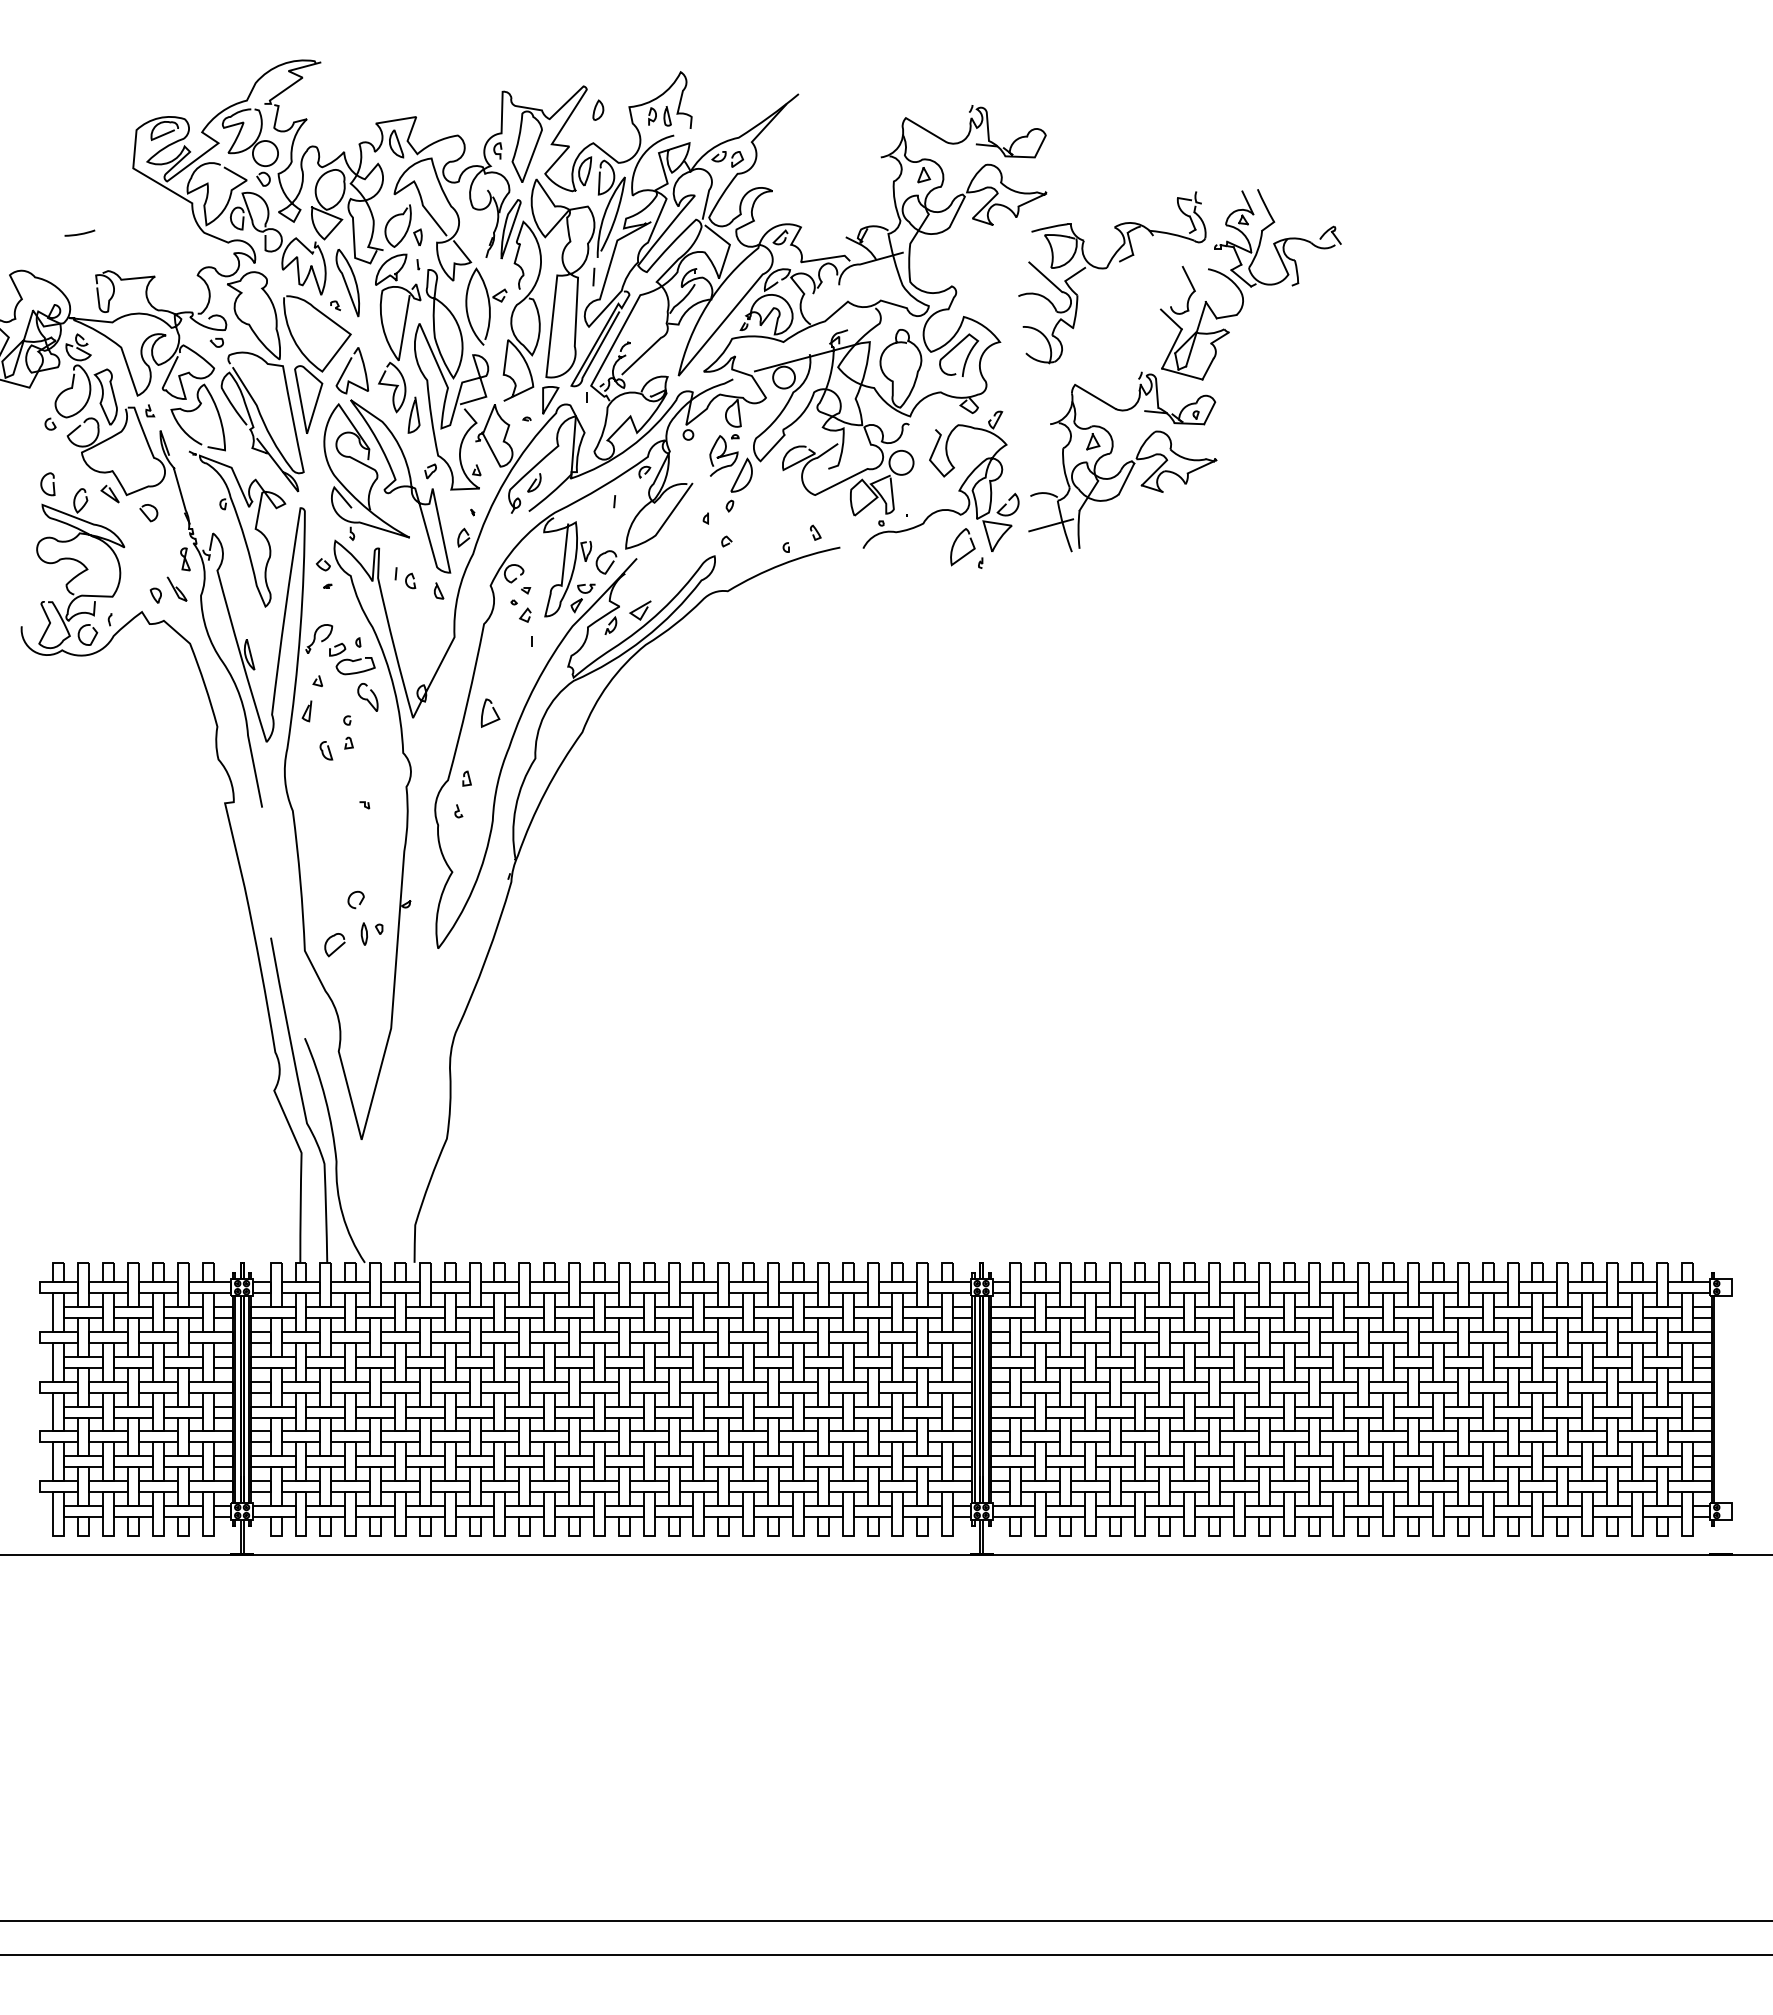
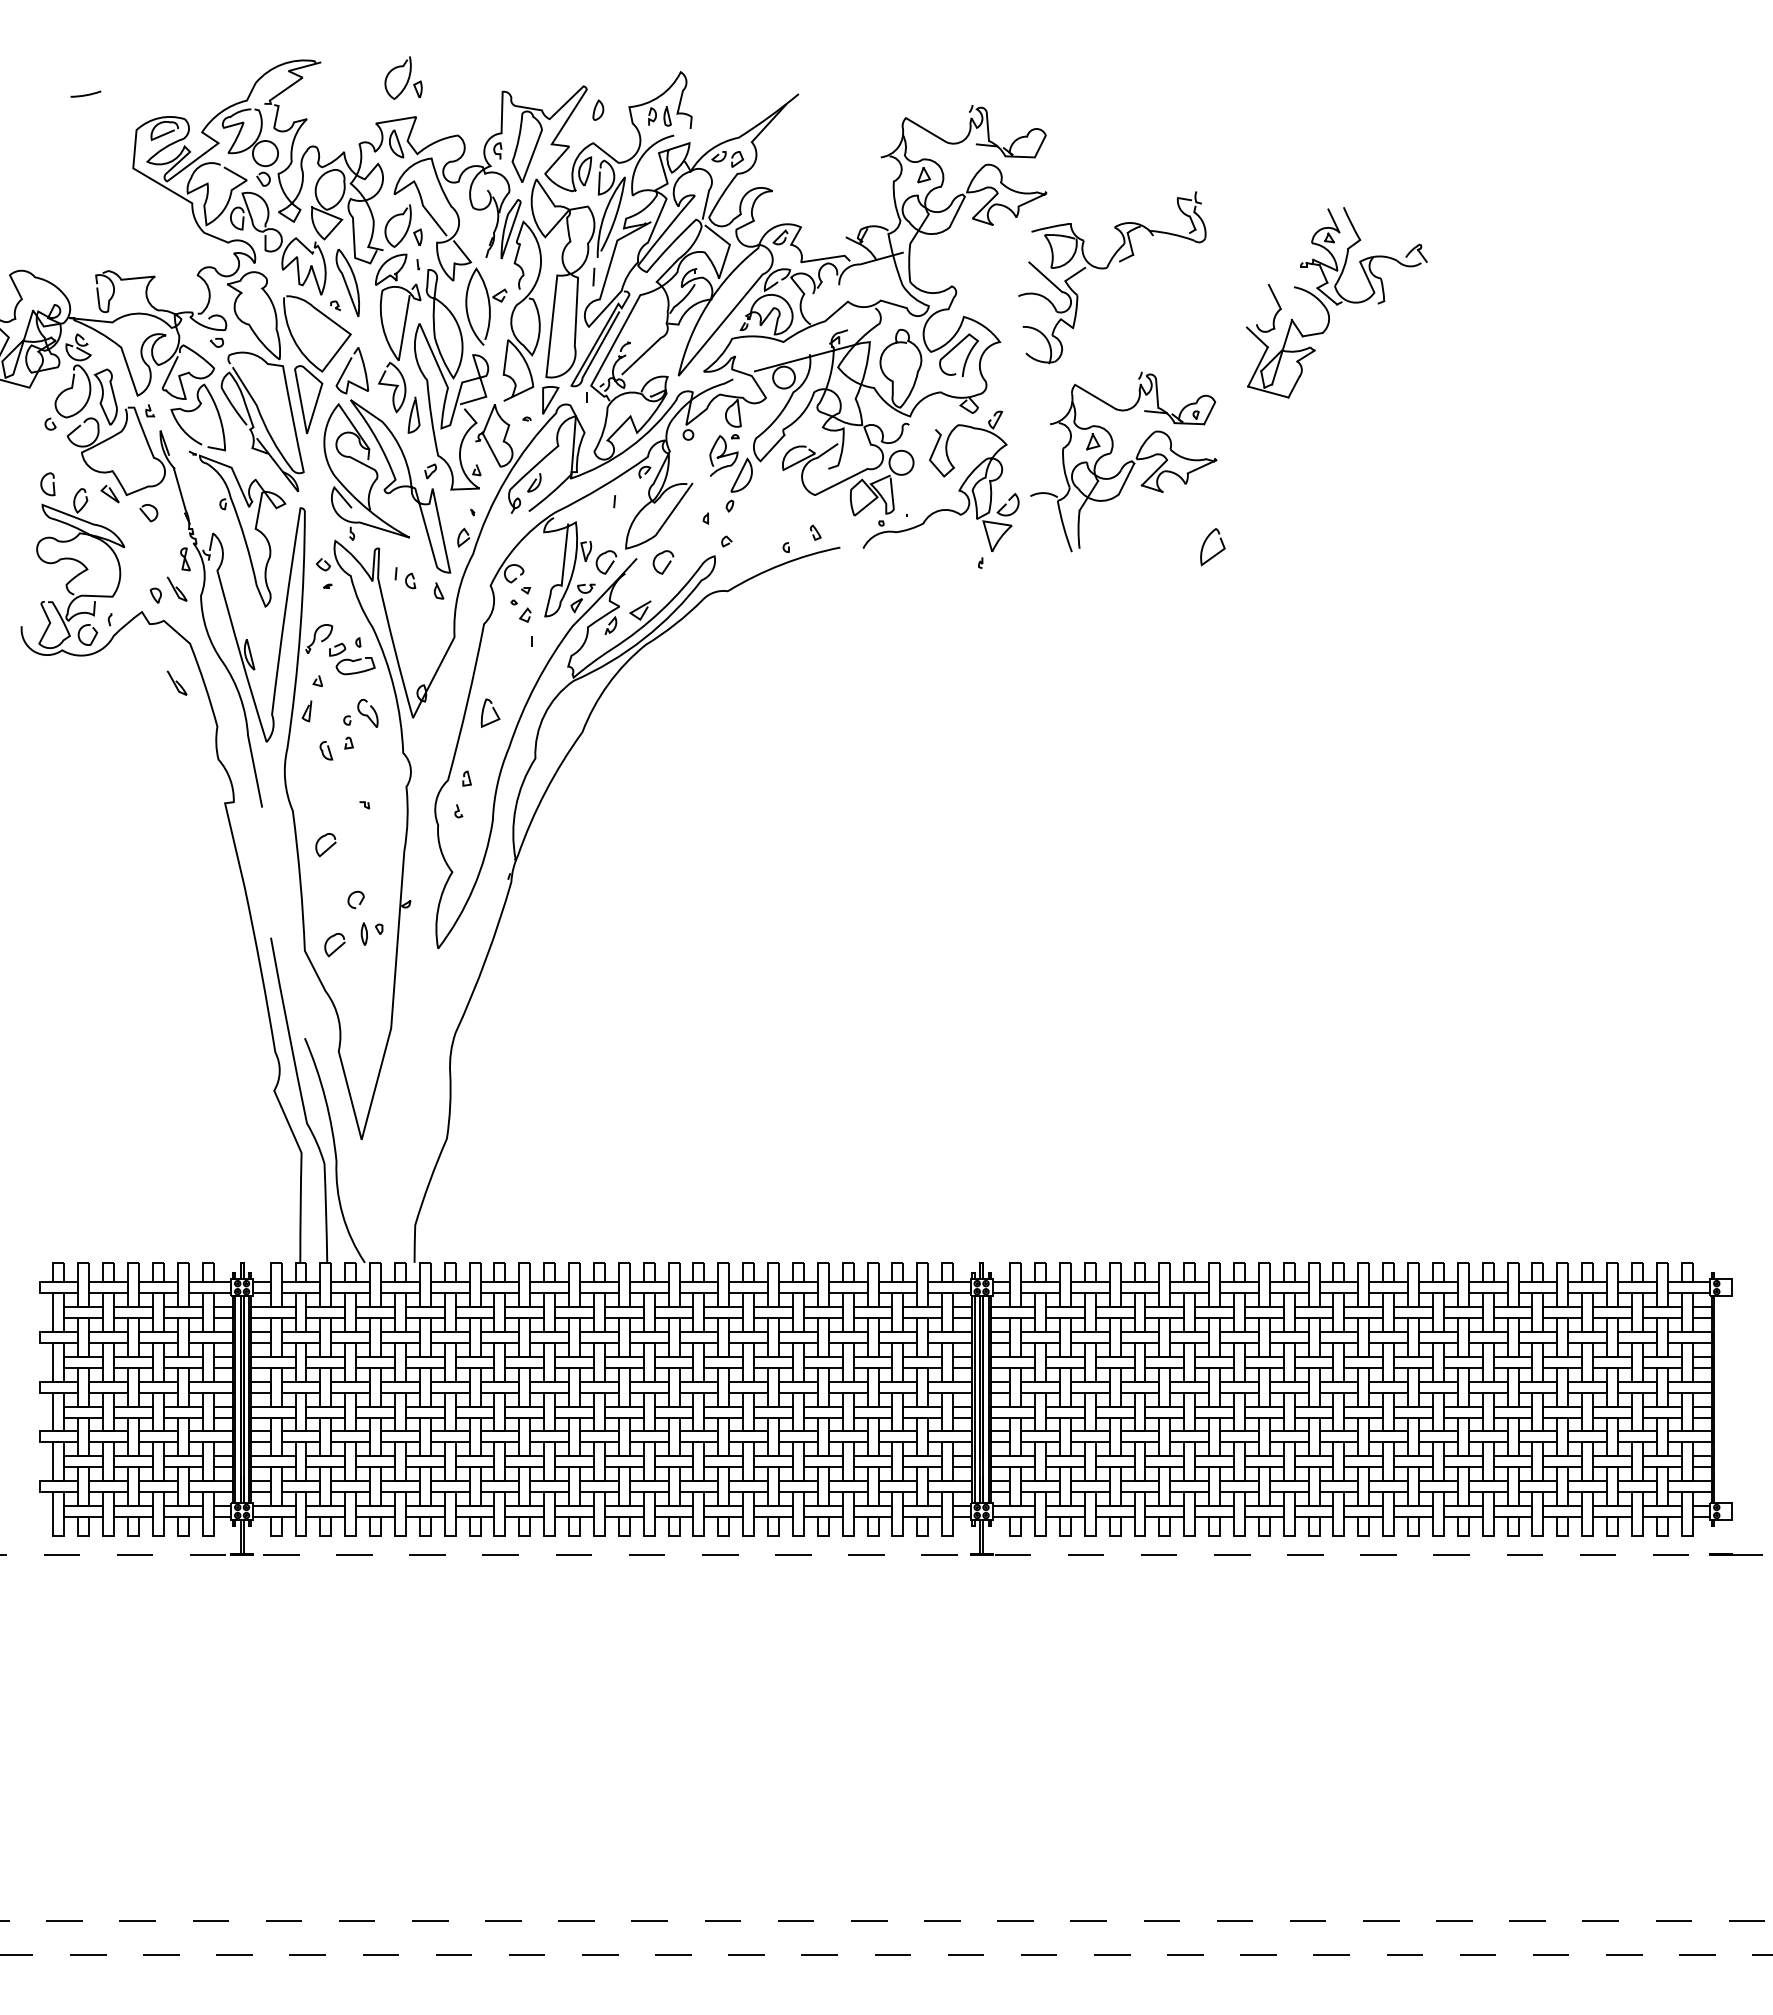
part at (403, 77): none -> present
curve at (79, 233) position: (79, 233) -> (85, 94)
part at (1250, 284) position: (1250, 284) -> (1336, 302)
line at (1051, 525): present -> none
curve at (967, 552) position: (967, 552) -> (1217, 552)
curve at (666, 565): none -> present
curve at (176, 682): none -> present
curve at (367, 698) position: (367, 698) -> (367, 714)
curve at (328, 847): none -> present
line at (886, 1555): solid -> dashed
line at (886, 1921): solid -> dashed
line at (886, 1954): solid -> dashed
